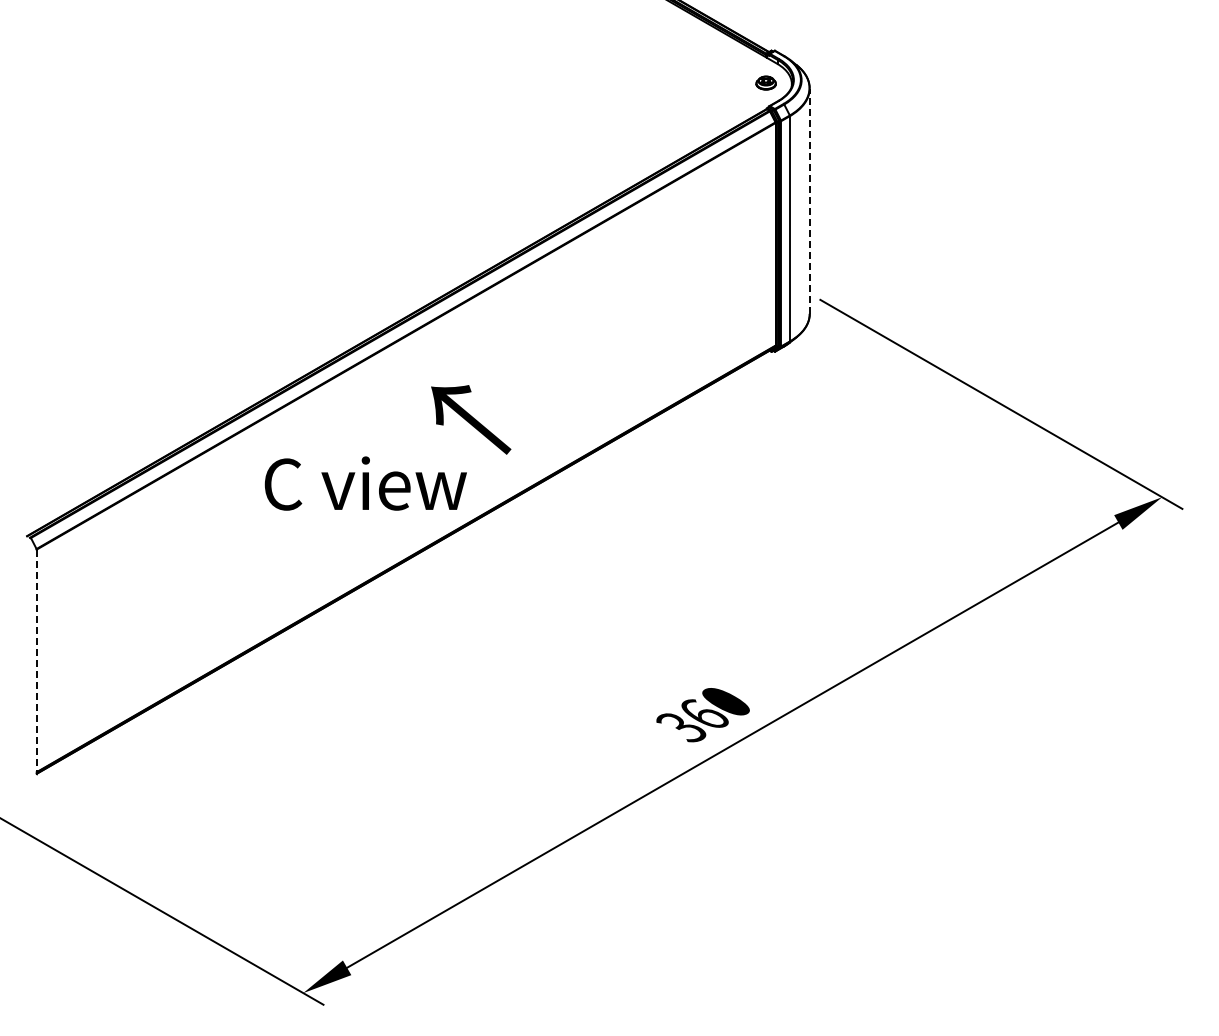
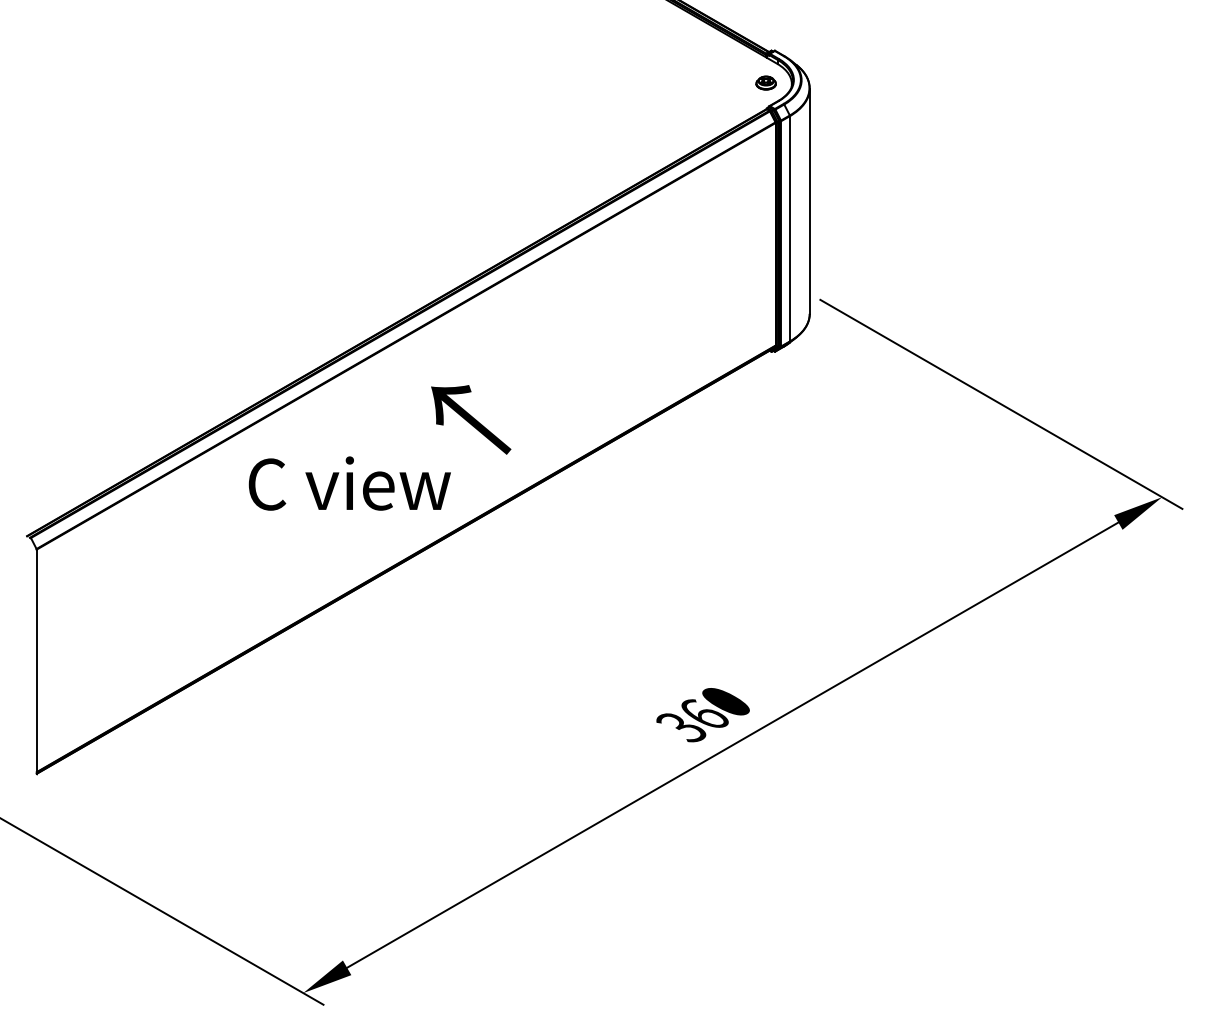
line at (809, 201): dashed -> solid
text at (365, 483) position: (365, 483) -> (349, 483)
line at (36, 662): dashed -> solid
